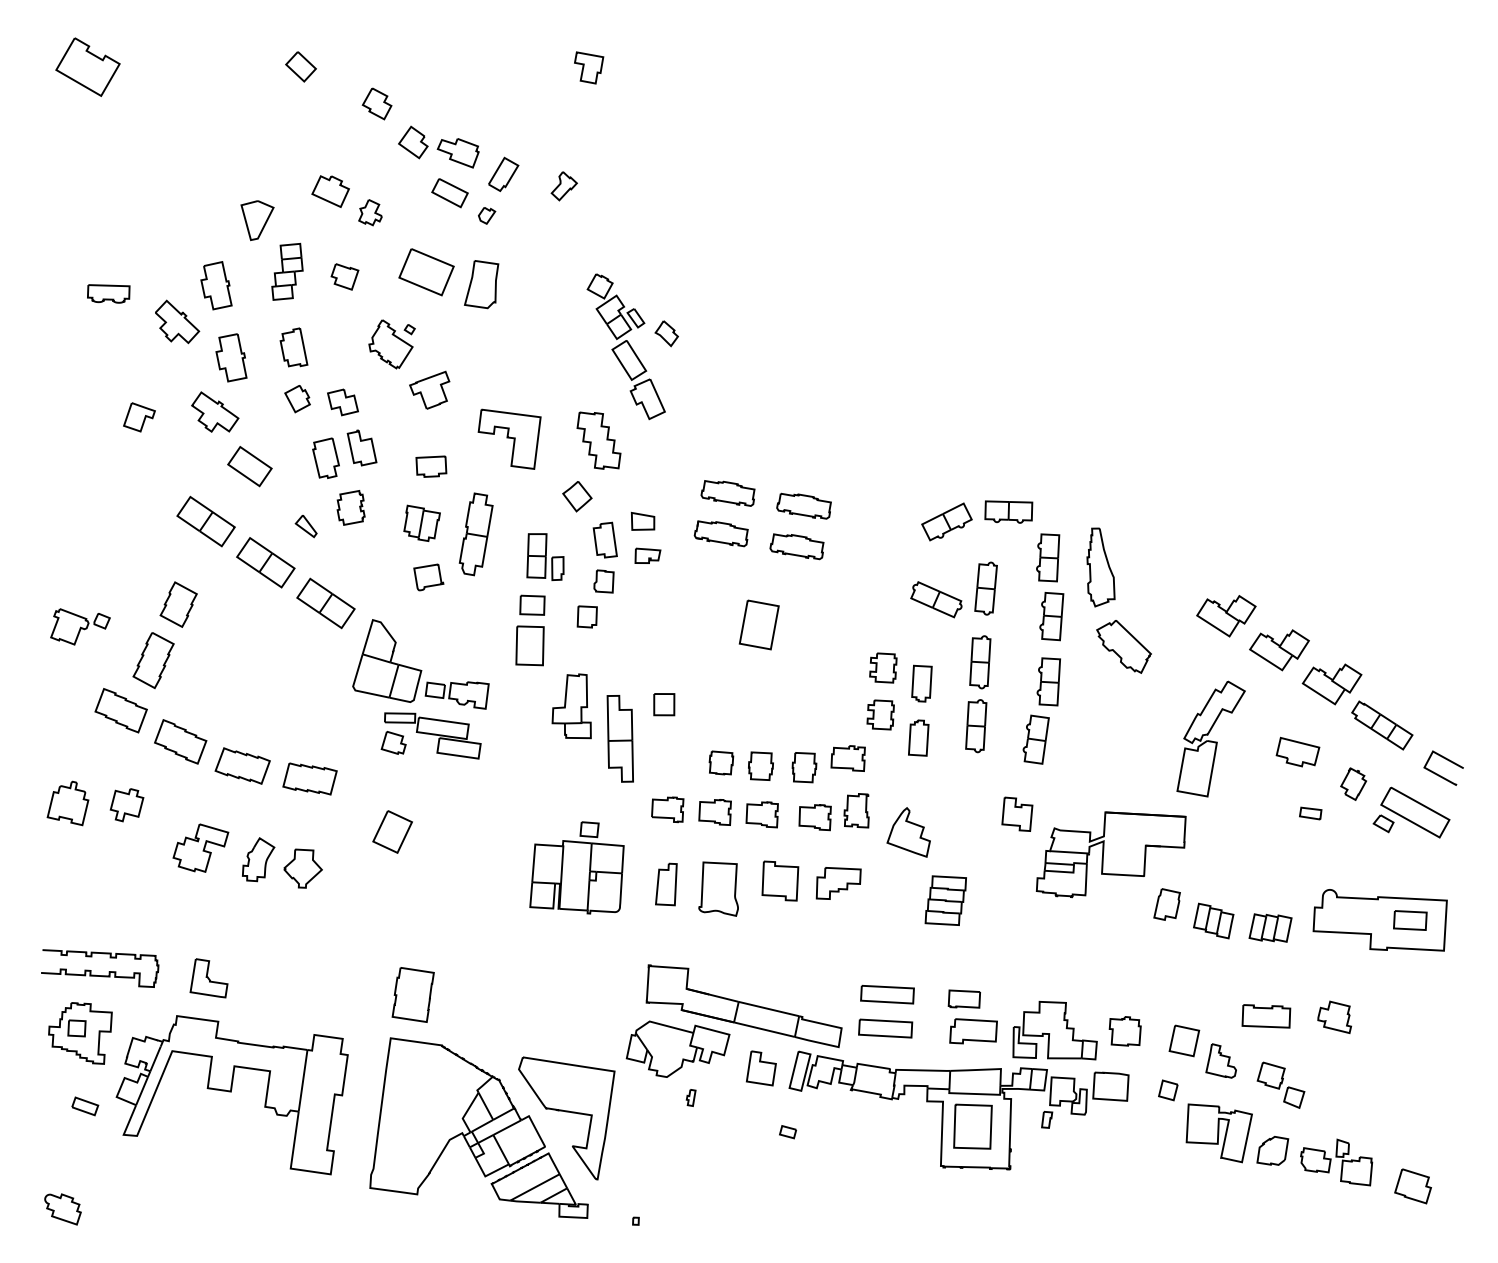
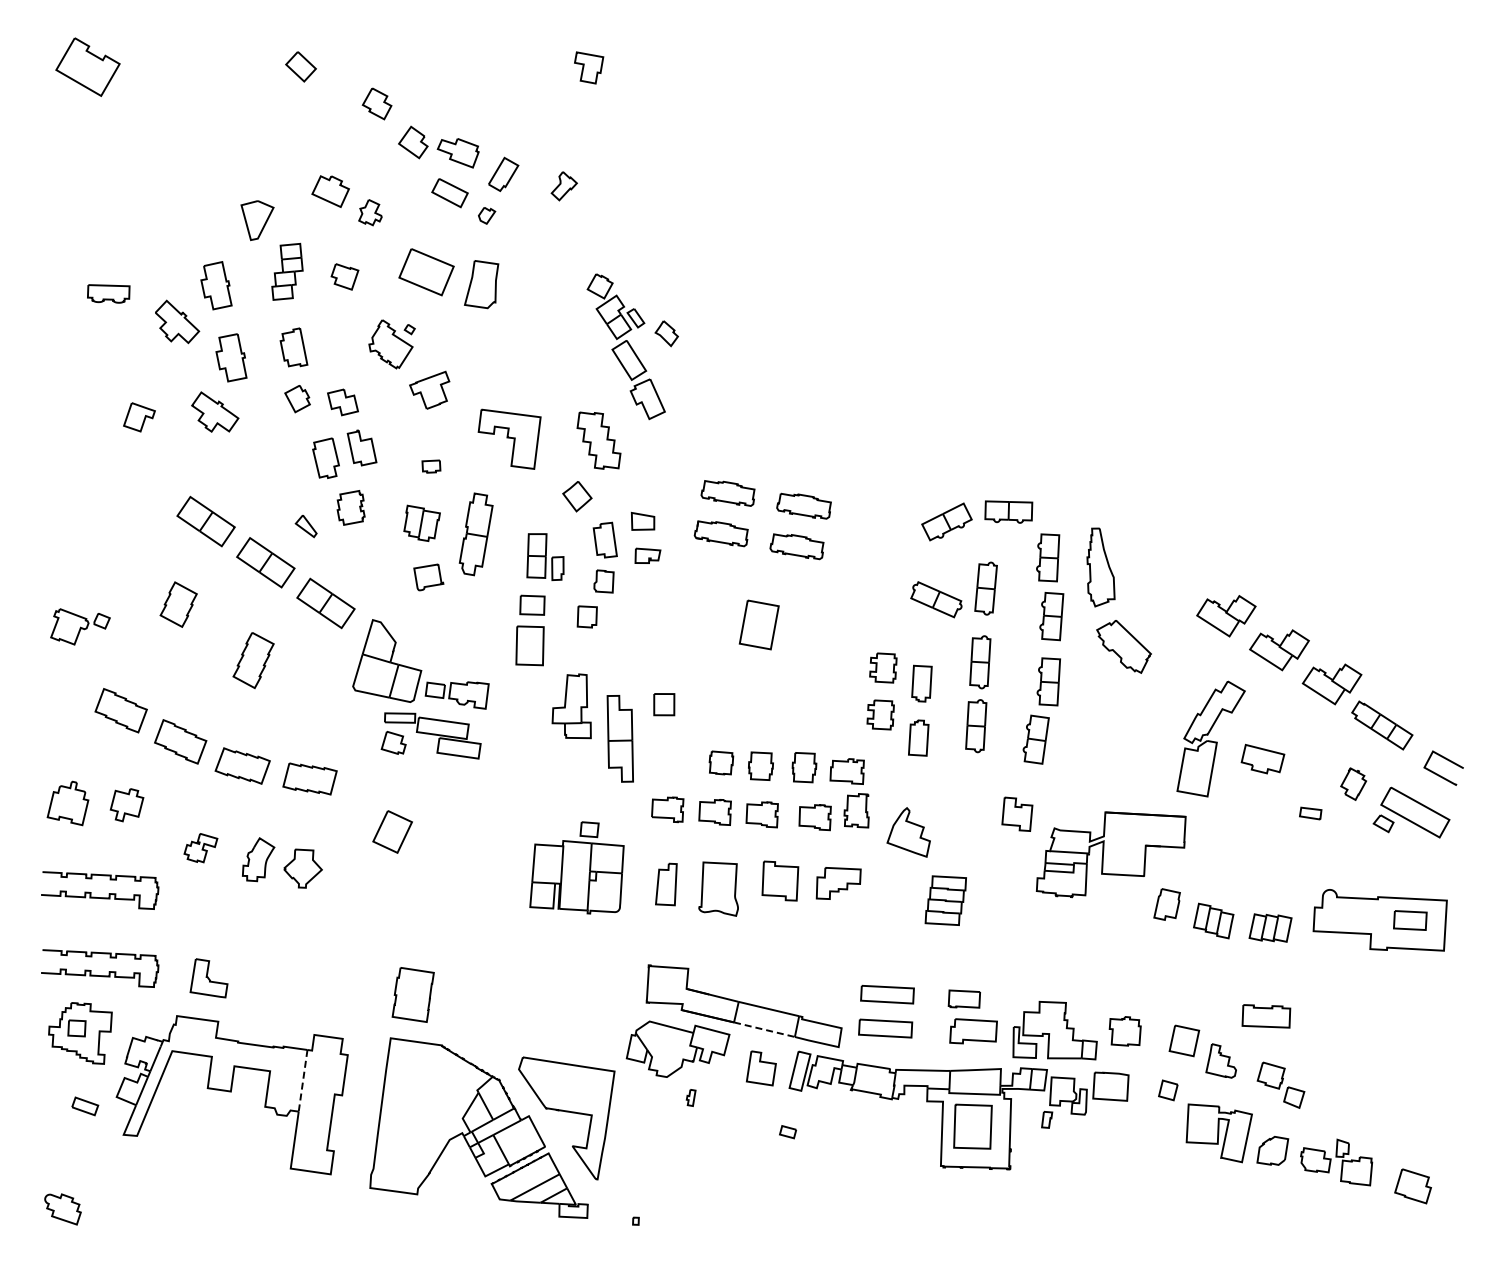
part at (249, 466): present -> none
part at (431, 466) size: 33x23 px -> 21x15 px
part at (153, 660) position: (153, 660) -> (253, 660)
part at (1297, 751) position: (1297, 751) -> (1262, 758)
part at (847, 758) position: (847, 758) -> (846, 771)
part at (200, 847) size: 58x50 px -> 36x31 px
curve at (100, 897): none -> present
part at (1334, 1016): present -> none
line at (764, 1029): solid -> dashed
line at (303, 1081): solid -> dashed
